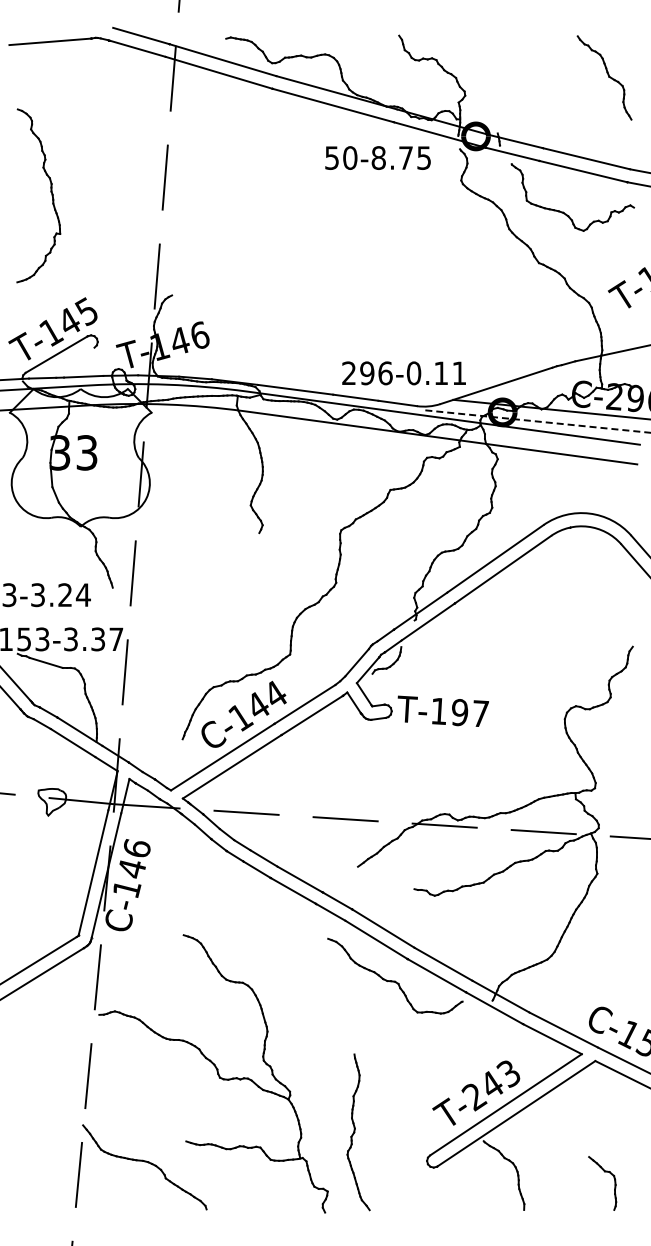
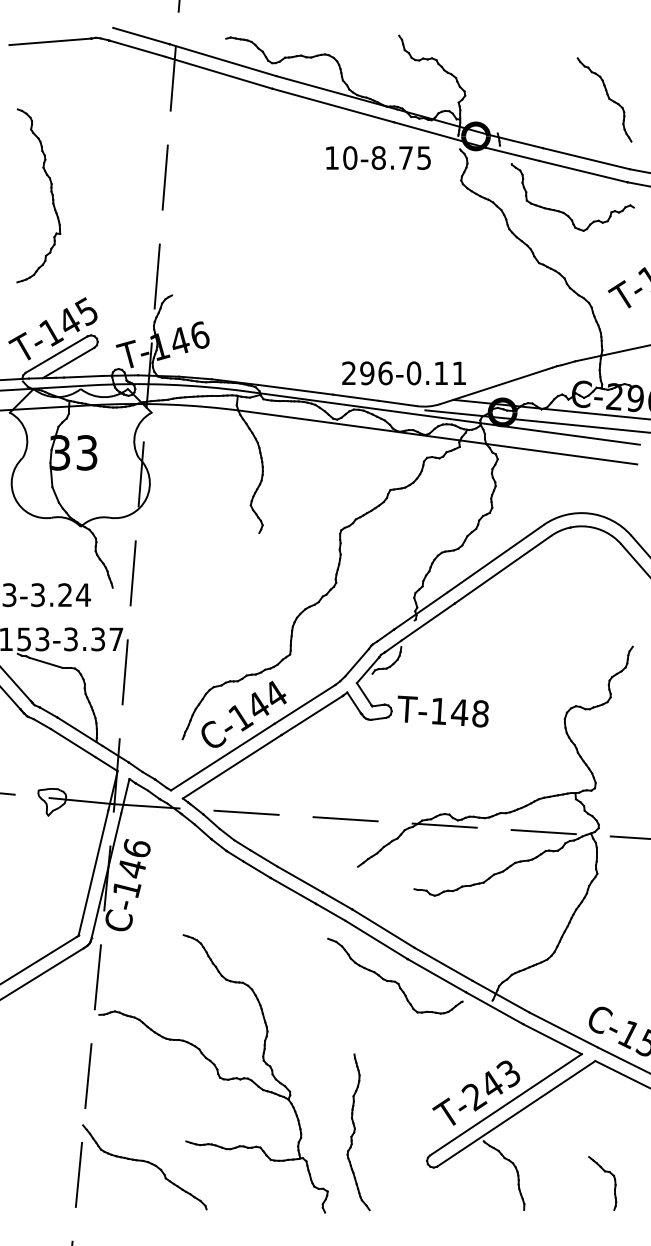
part at (604, 77) position: (604, 77) -> (604, 99)
text at (331, 157): 50-8.75 -> 10-8.75
line at (68, 362): none -> present
line at (538, 421): dashed -> solid
text at (469, 713): T-197 -> T-148
